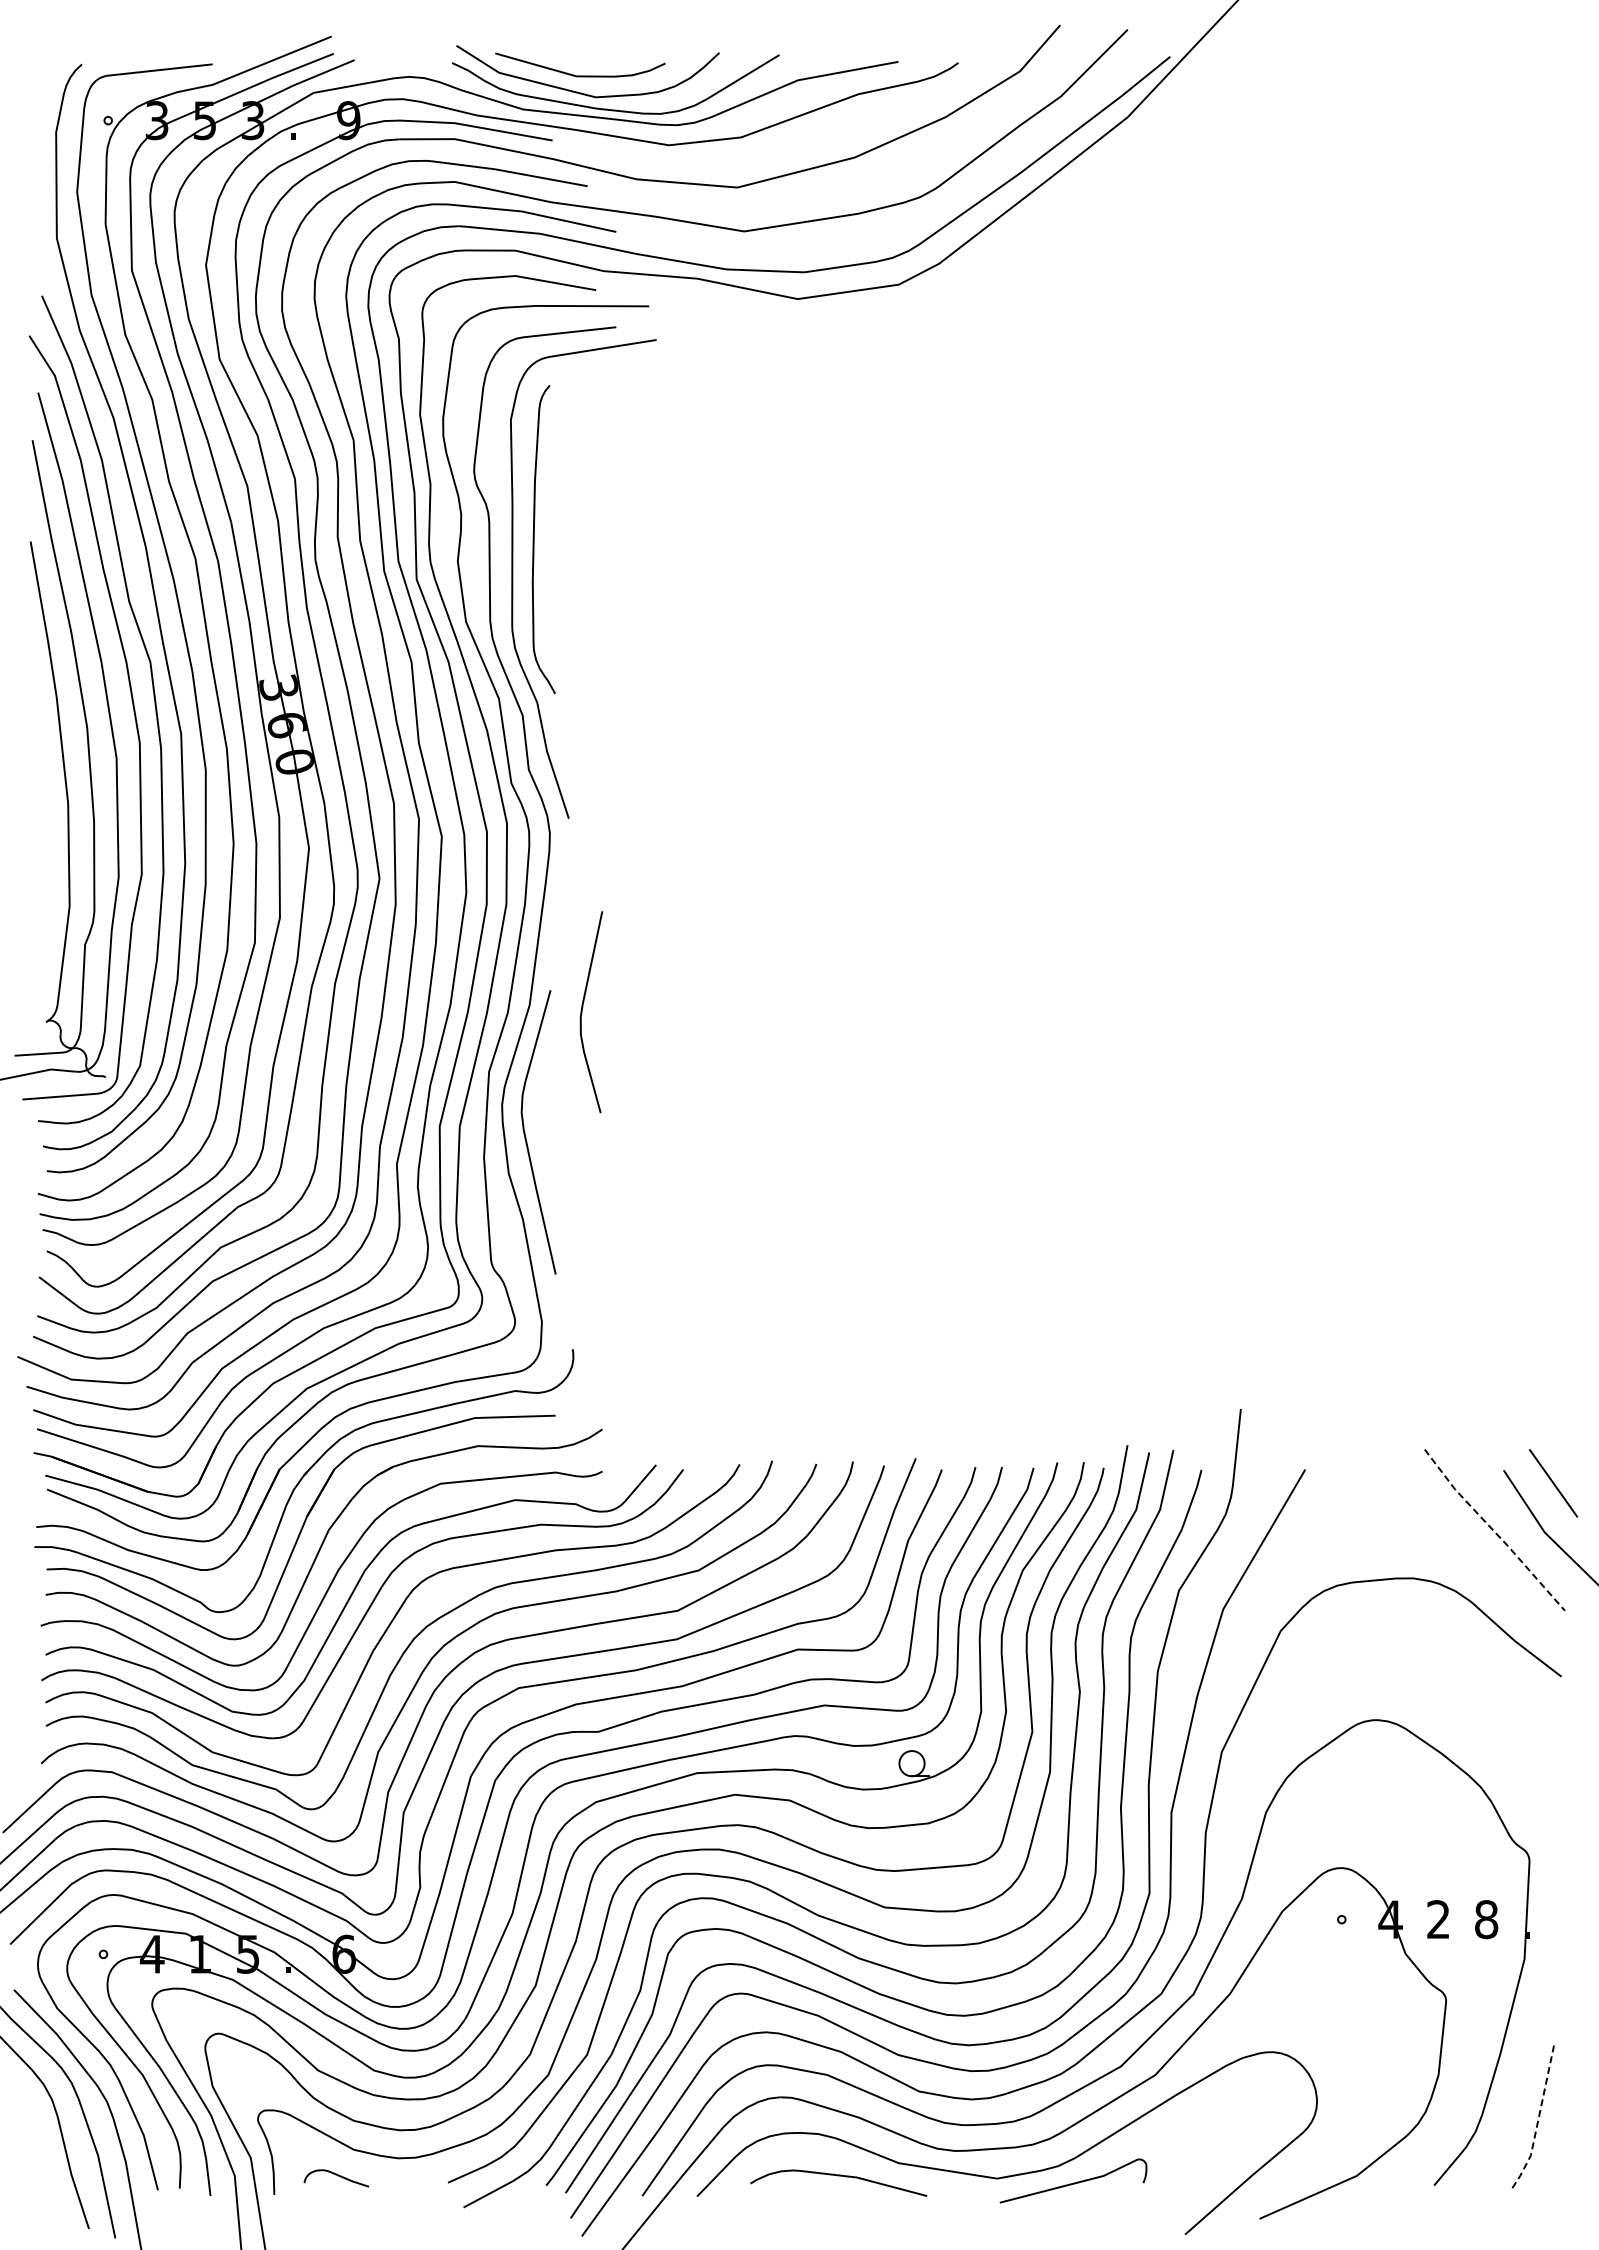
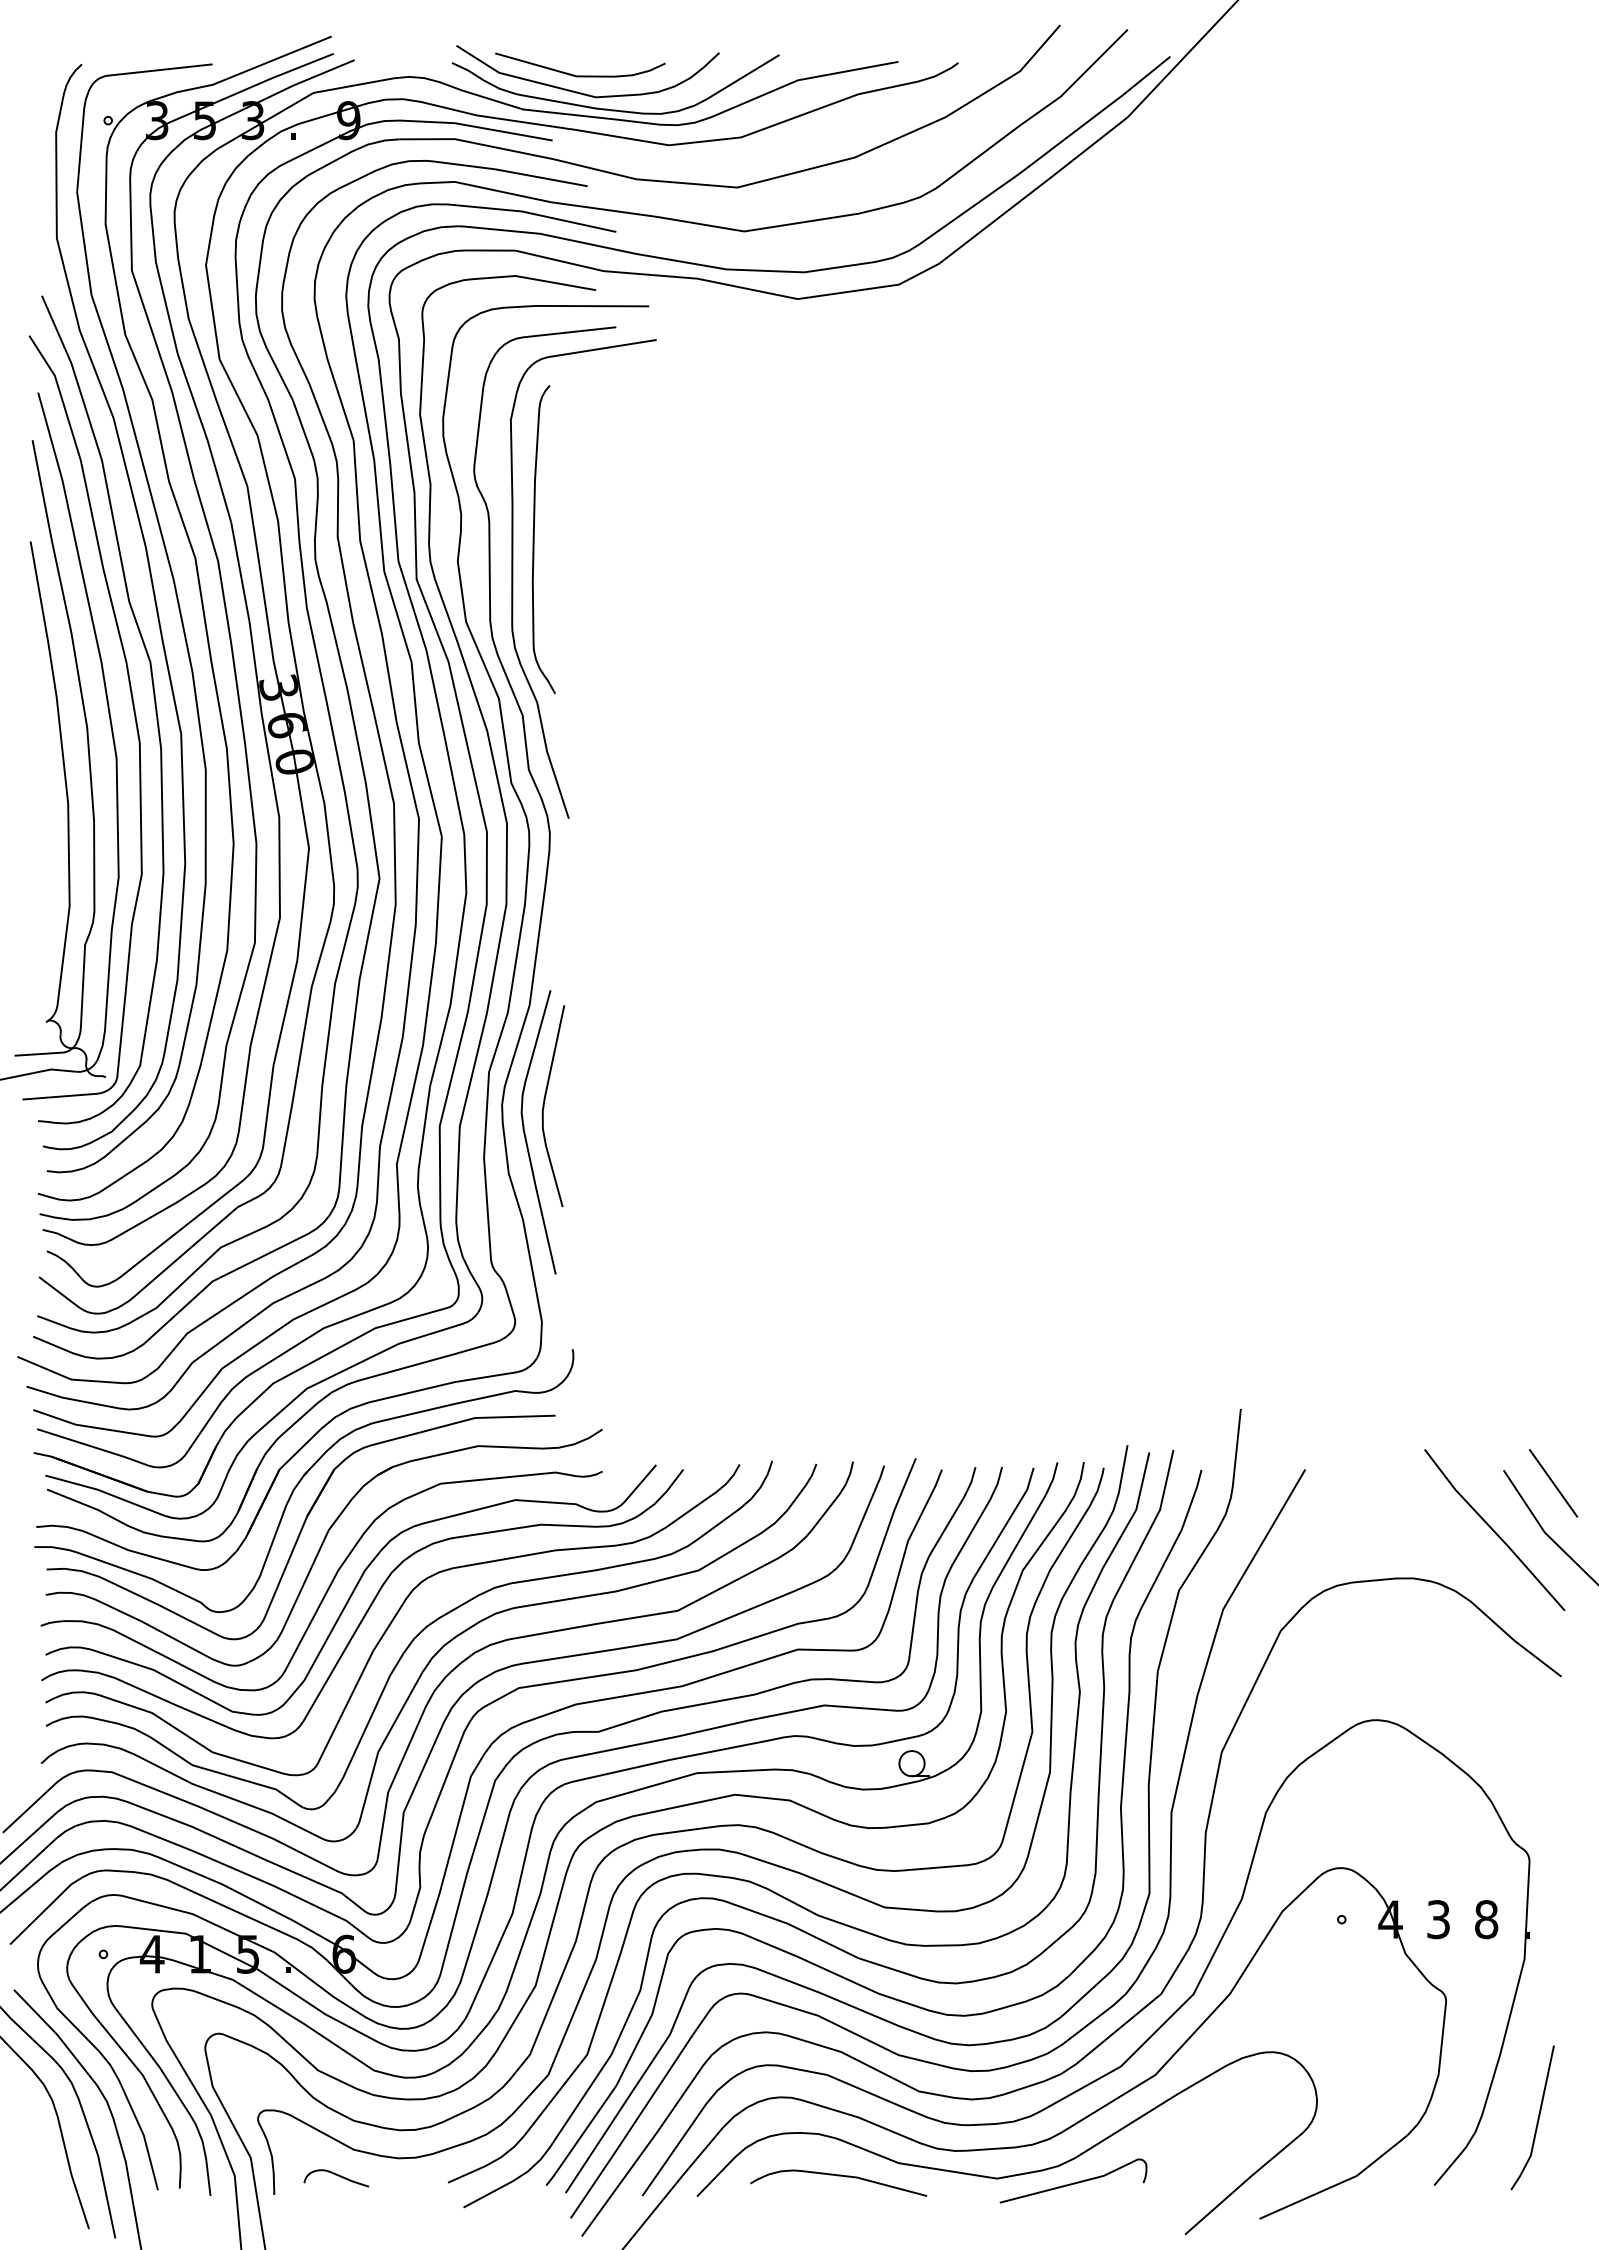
curve at (582, 1012) position: (582, 1012) -> (544, 1106)
line at (1493, 1531): dashed -> solid
text at (1438, 1919): 2 -> 3
line at (1538, 2121): dashed -> solid
